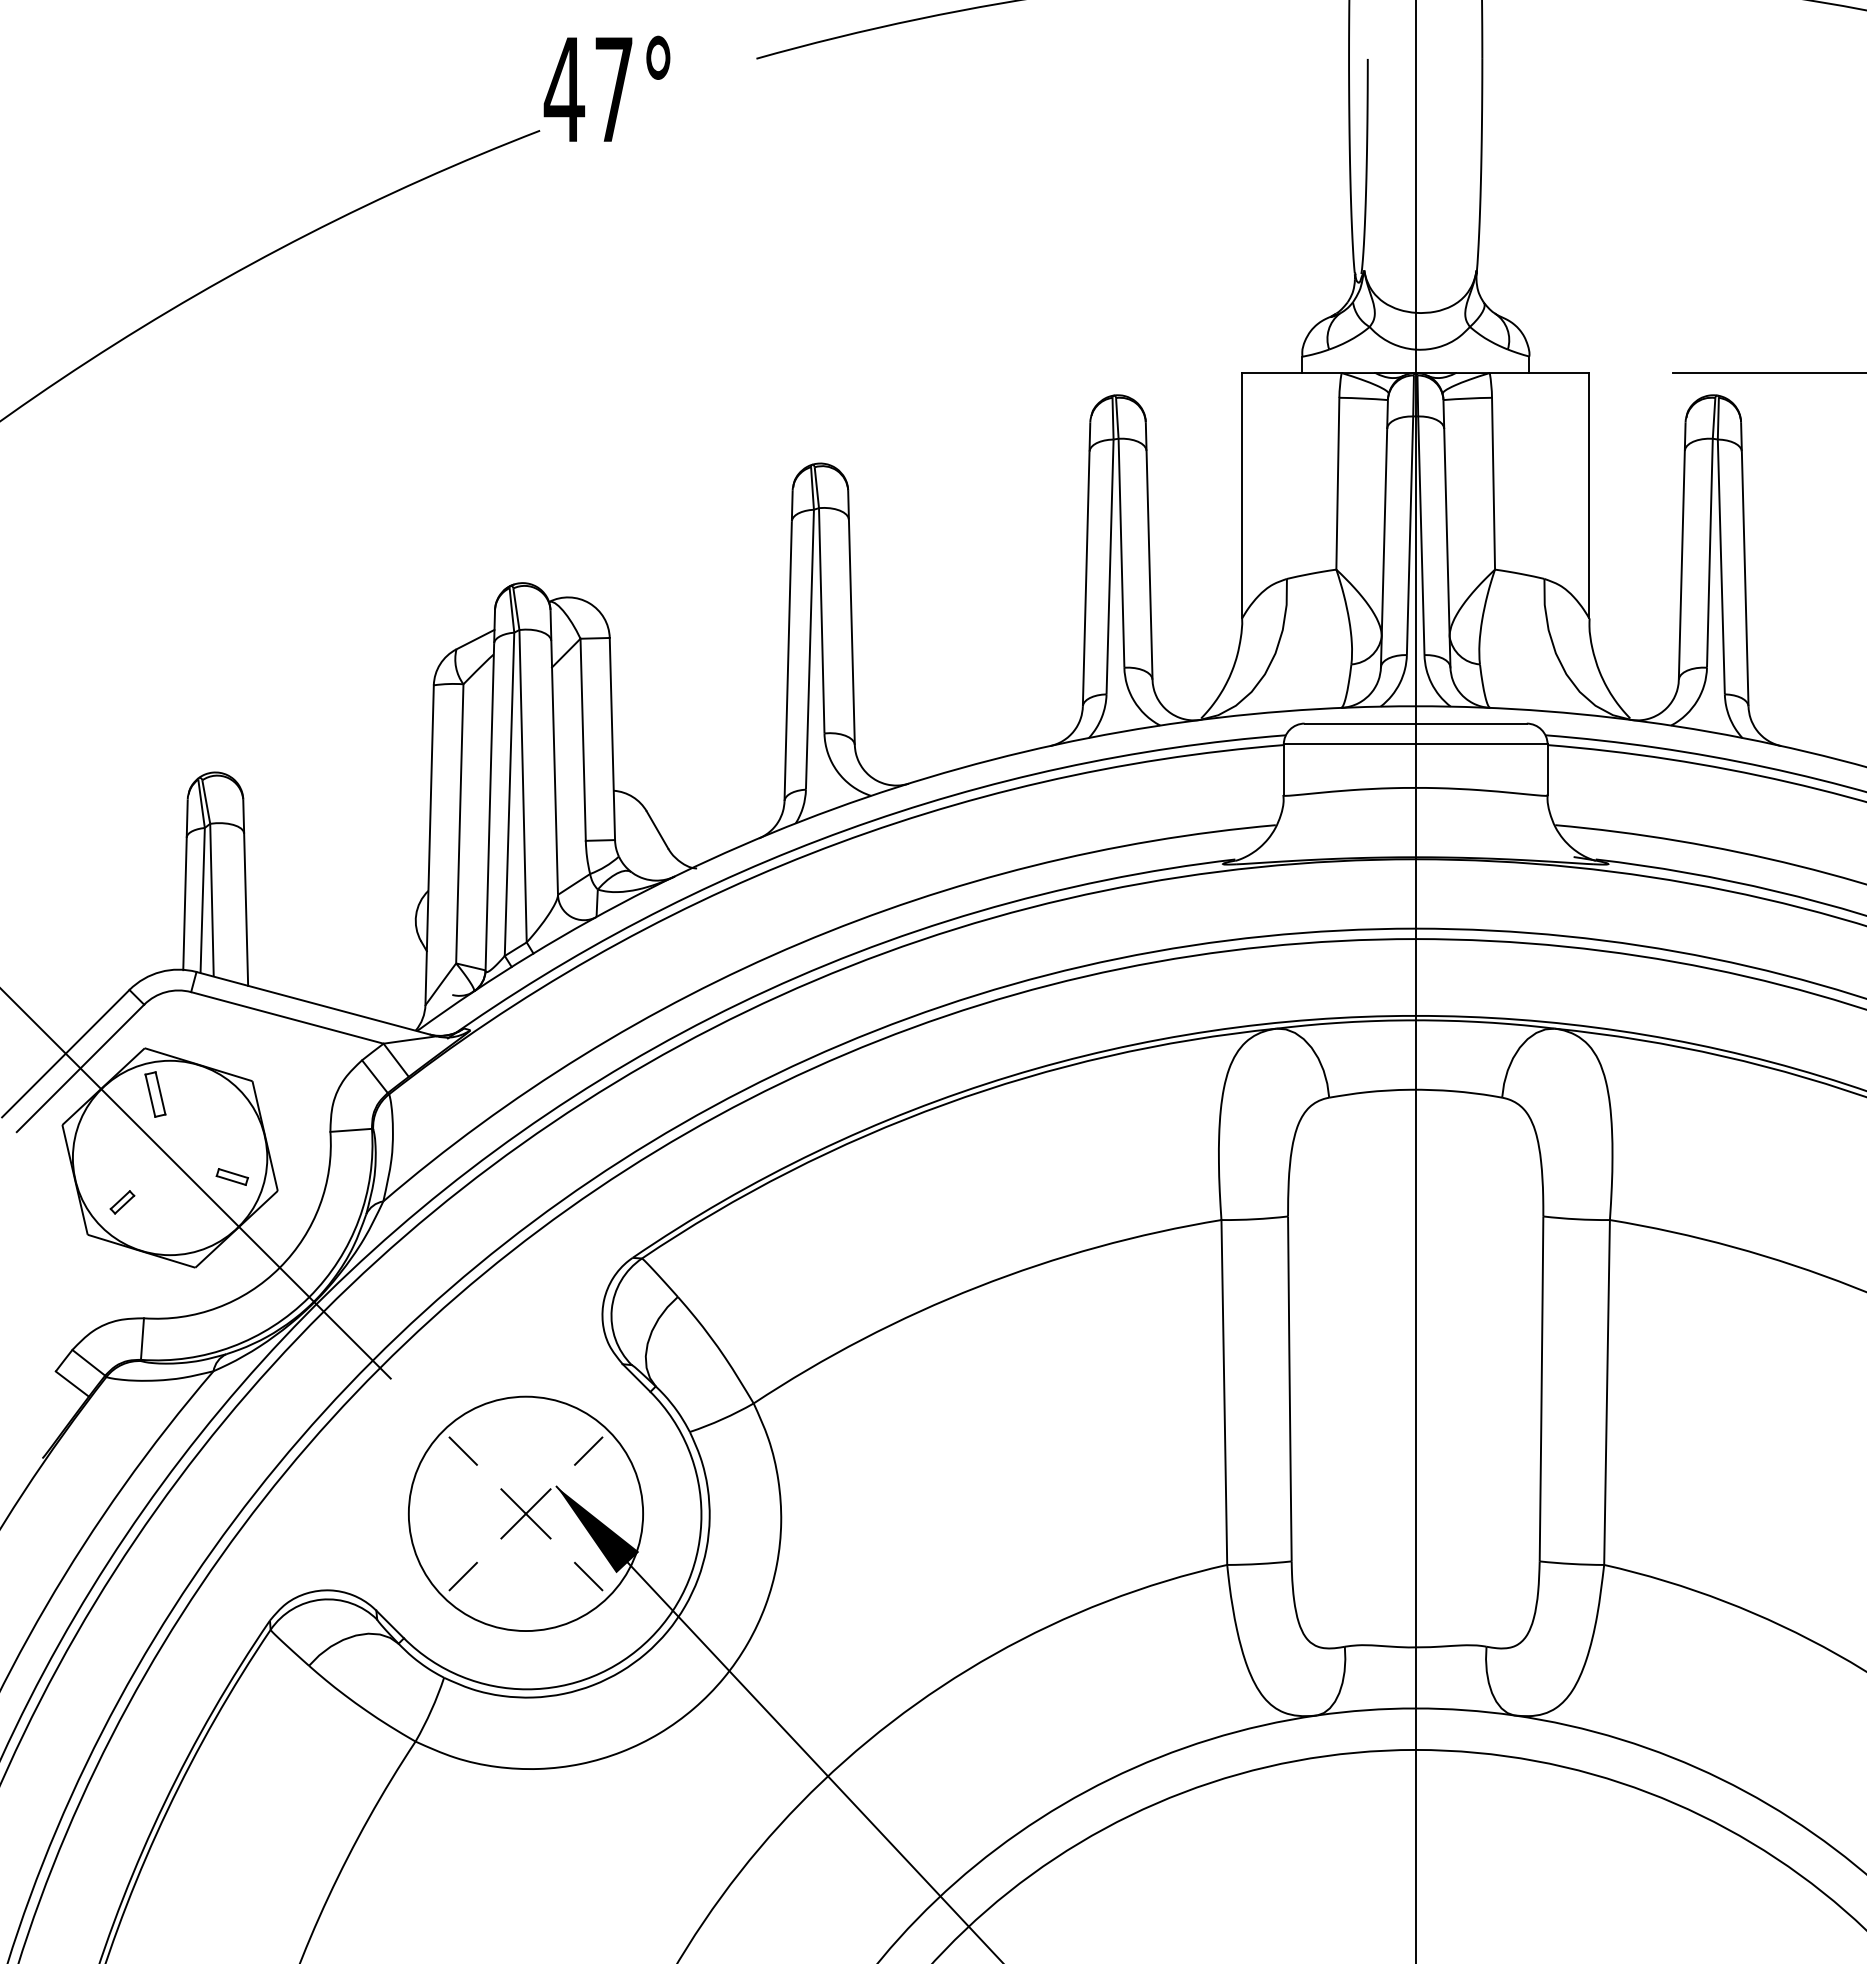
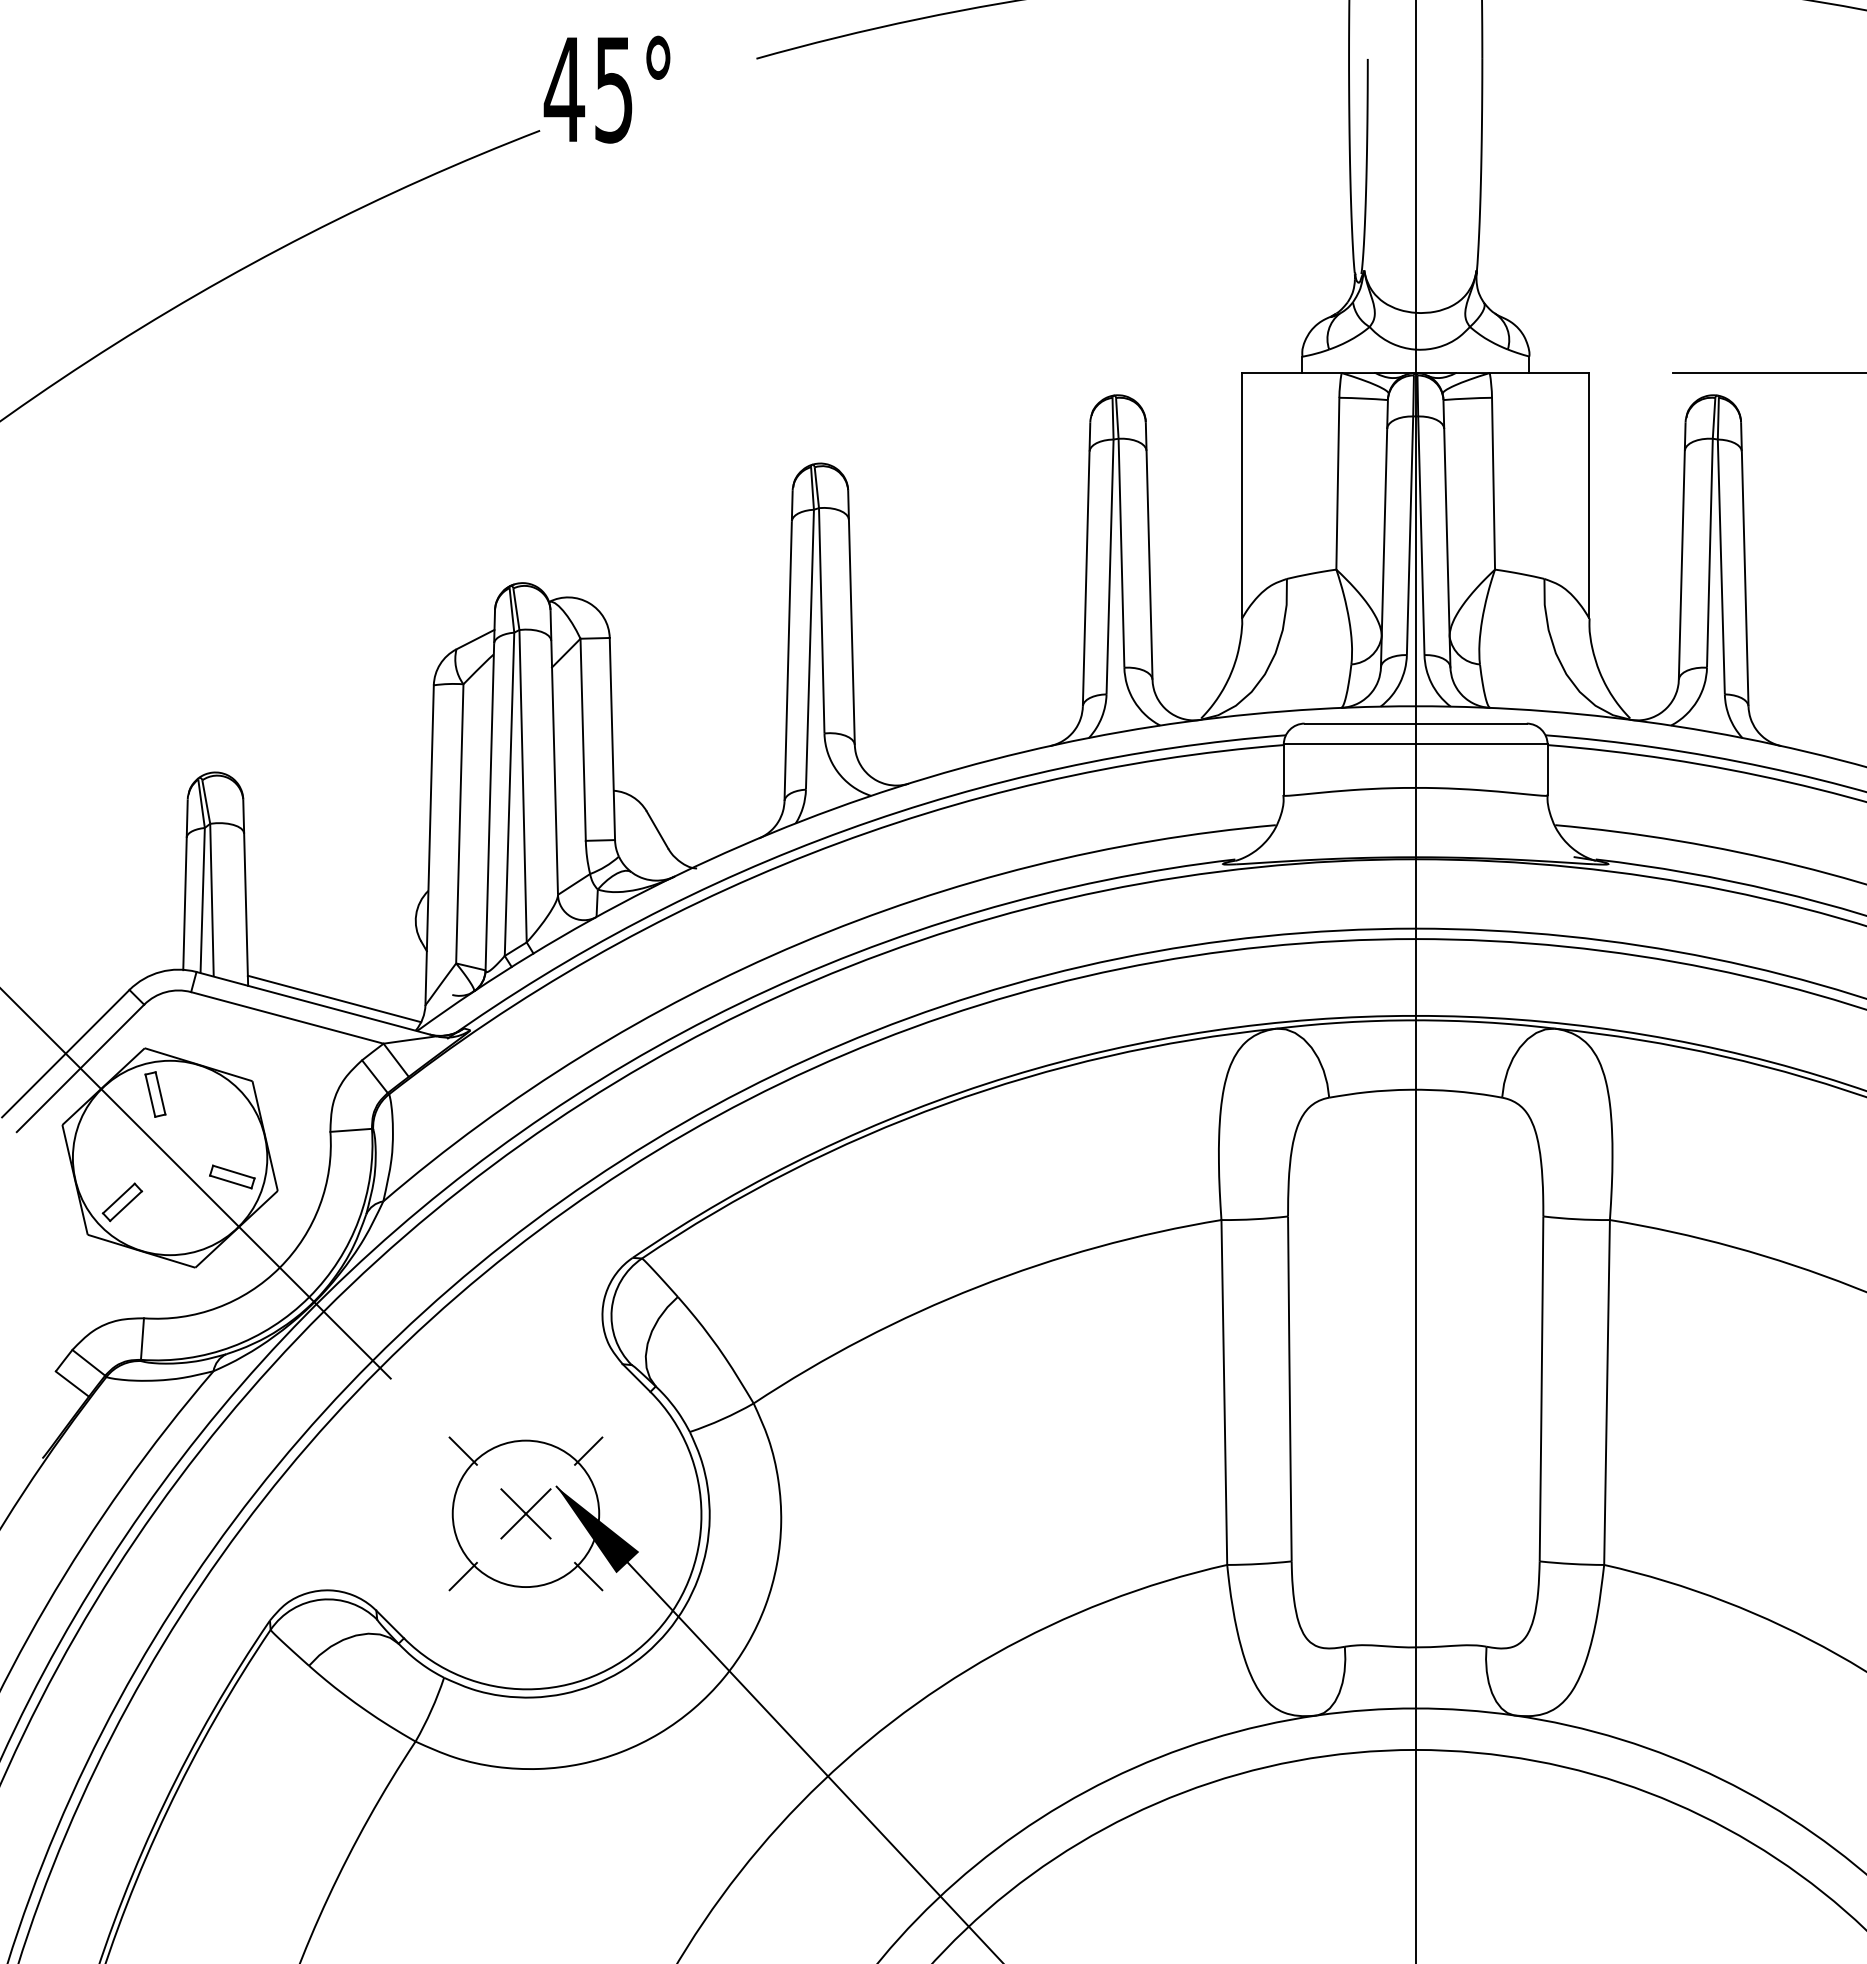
text at (613, 90): 47° -> 45°
line at (334, 998): none -> present
part at (231, 1176) size: 34x18 px -> 47x26 px
part at (122, 1202) size: 27x25 px -> 43x41 px
circle at (525, 1513) diameter: 234 px -> 146 px
